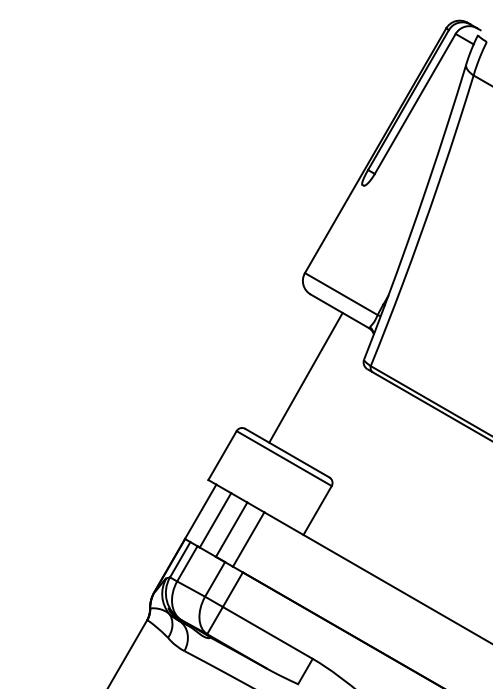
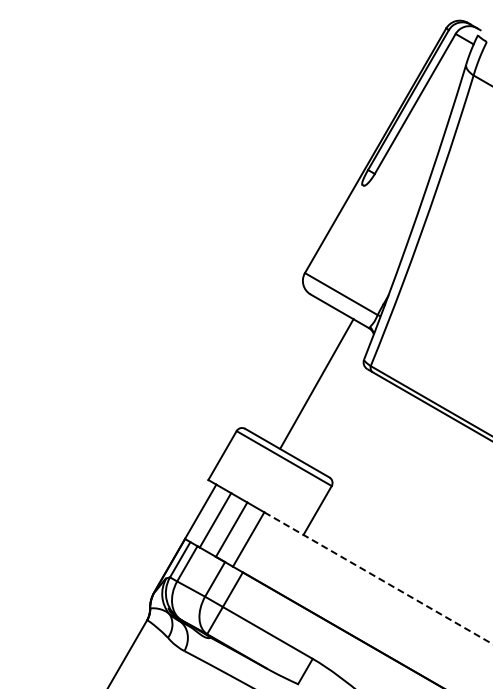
line at (305, 377) position: (305, 377) -> (316, 383)
line at (378, 578): solid -> dashed
